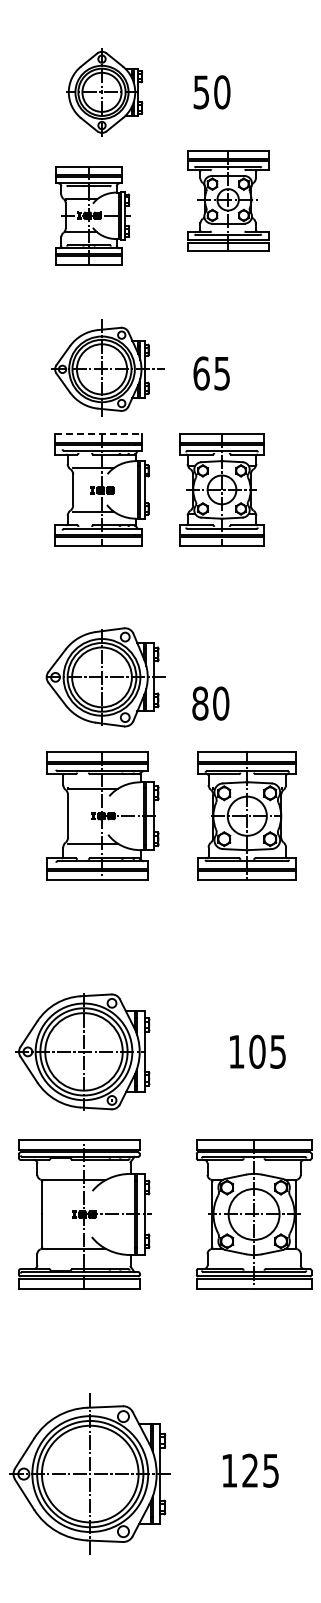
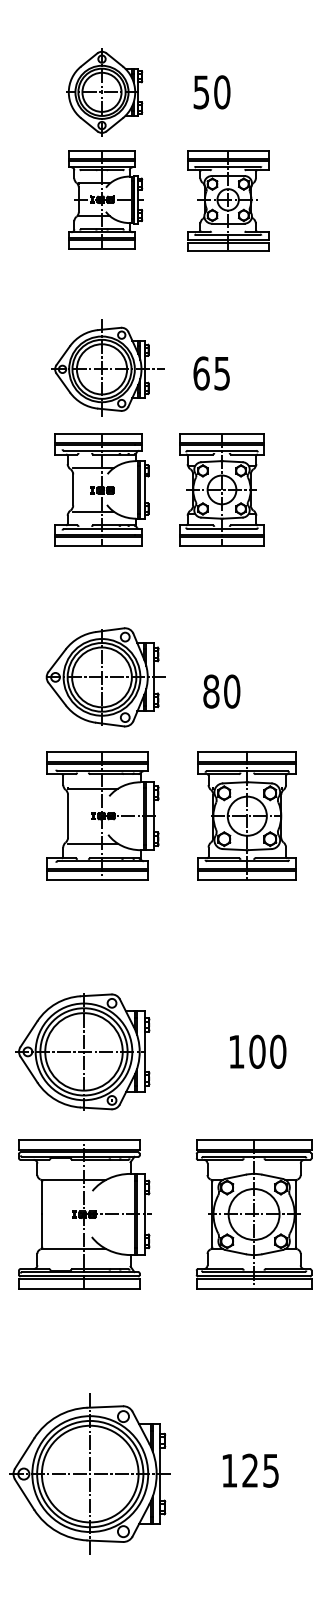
part at (92, 215) position: (92, 215) -> (105, 199)
line at (98, 433): dashed -> solid
text at (210, 703) position: (210, 703) -> (221, 691)
text at (278, 1051): 105 -> 100
